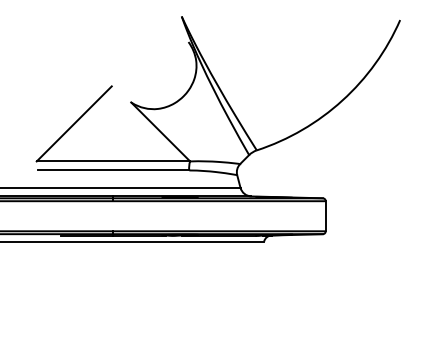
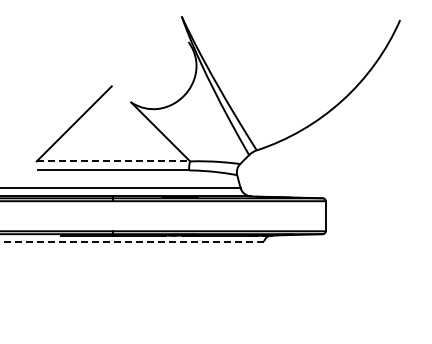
line at (113, 161): solid -> dashed
line at (132, 241): solid -> dashed
